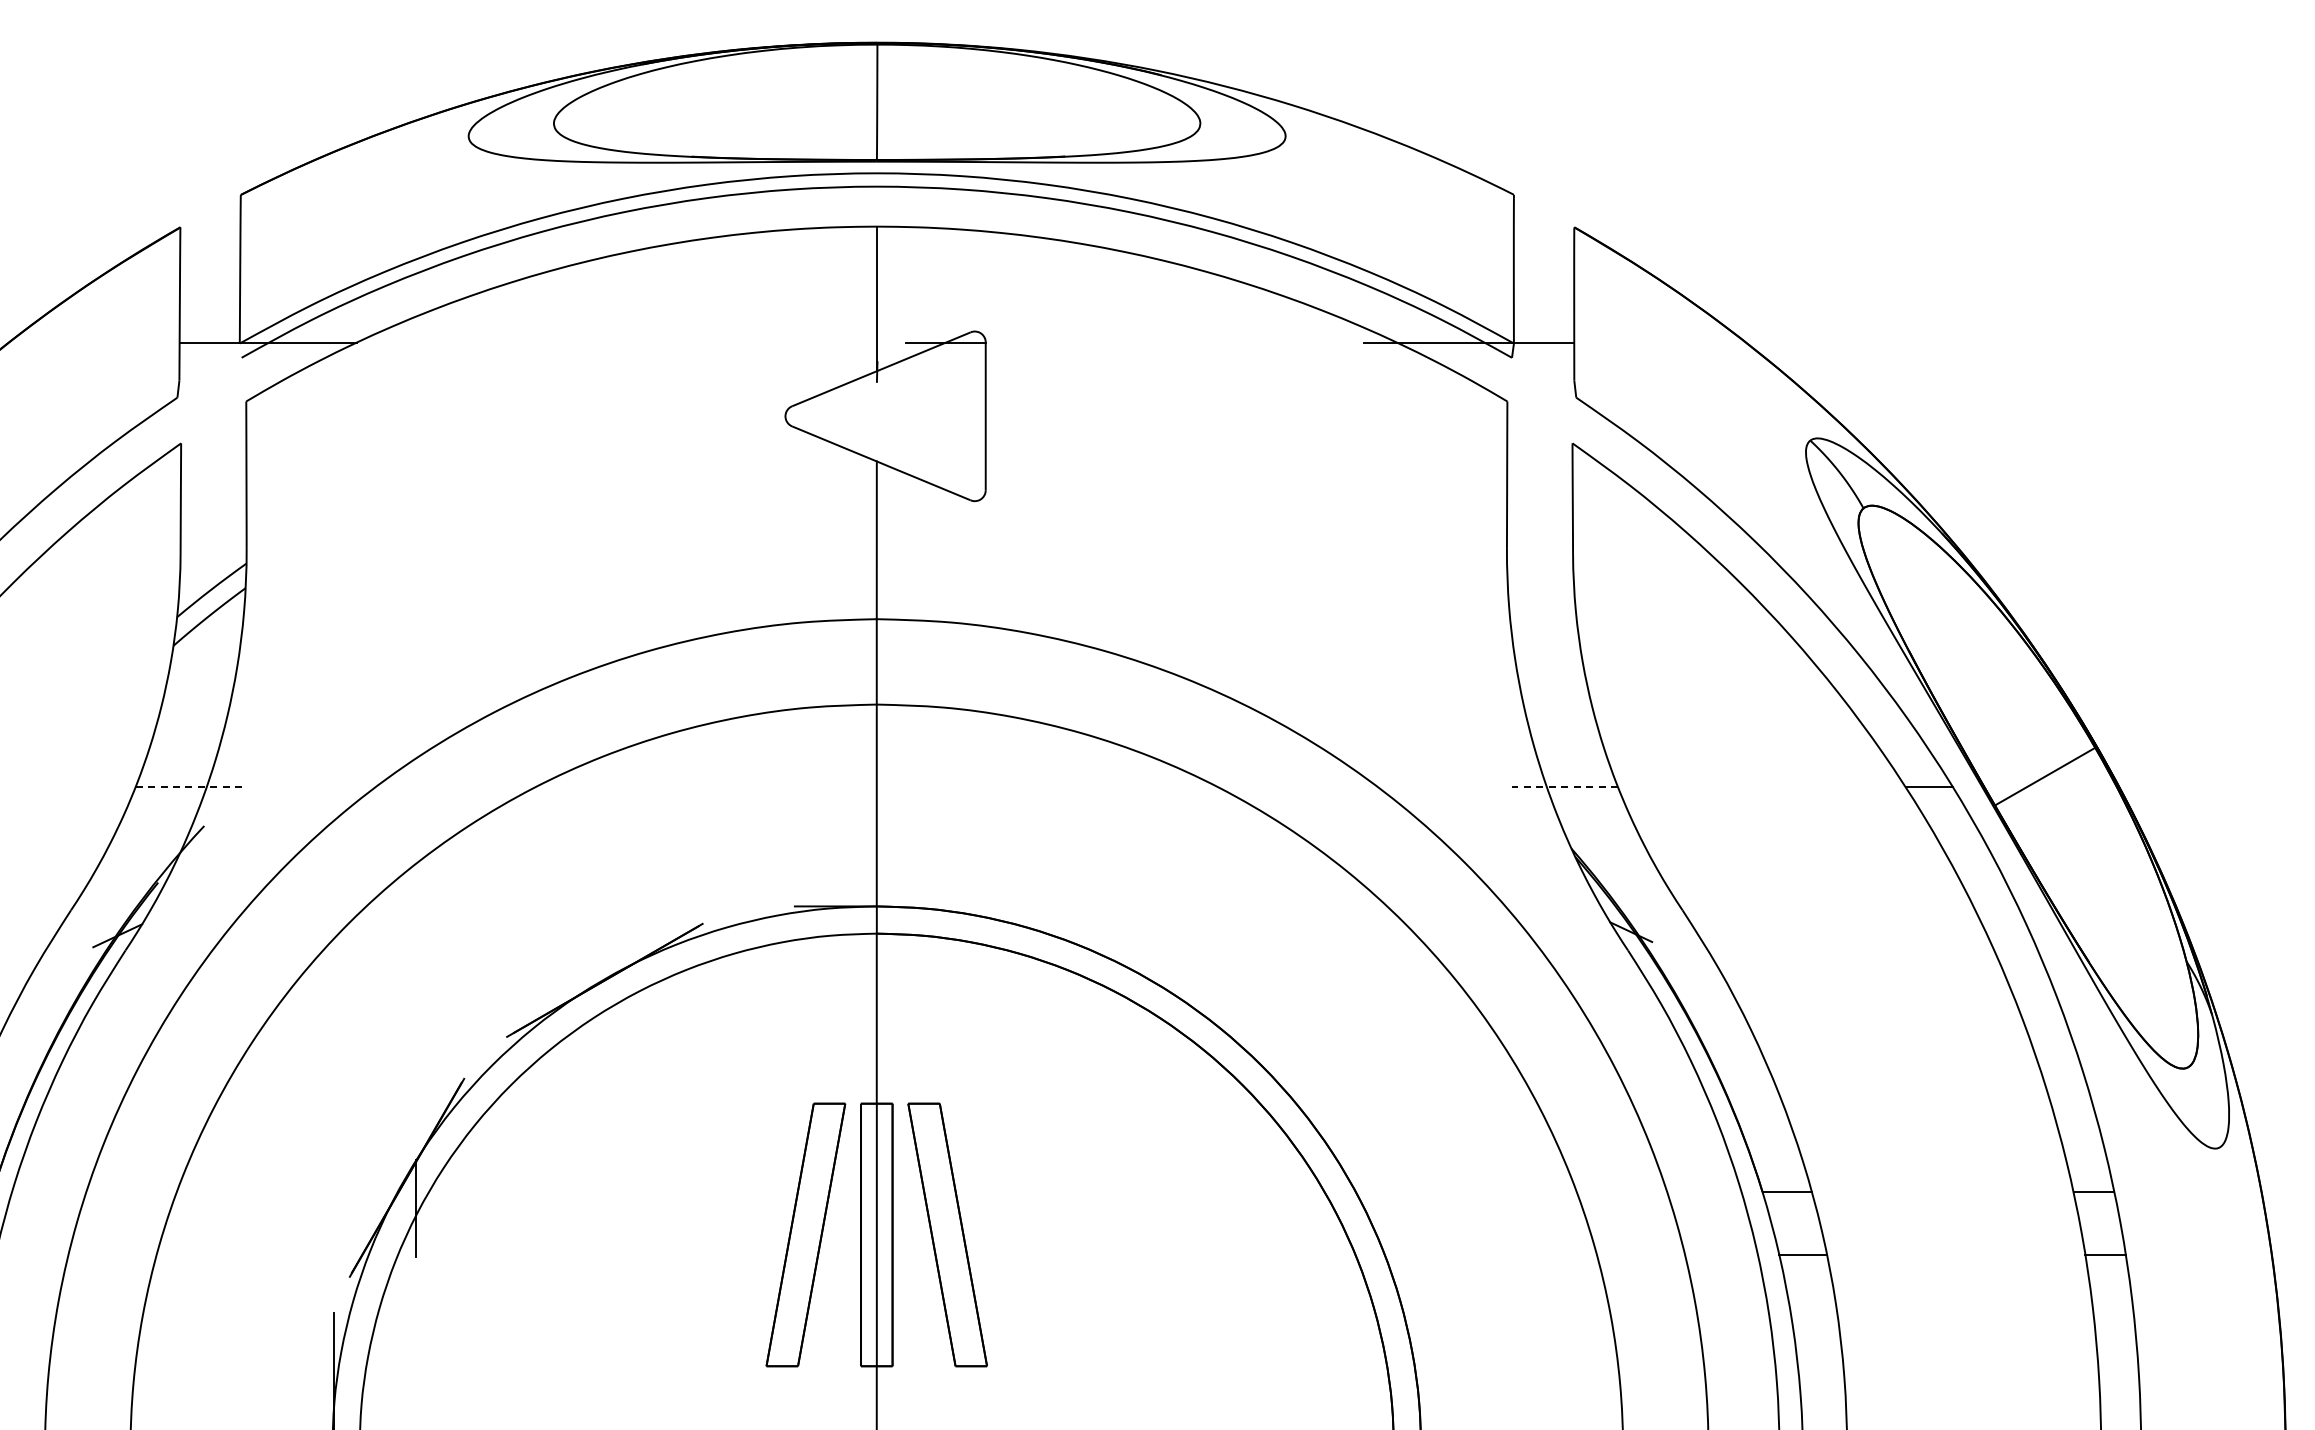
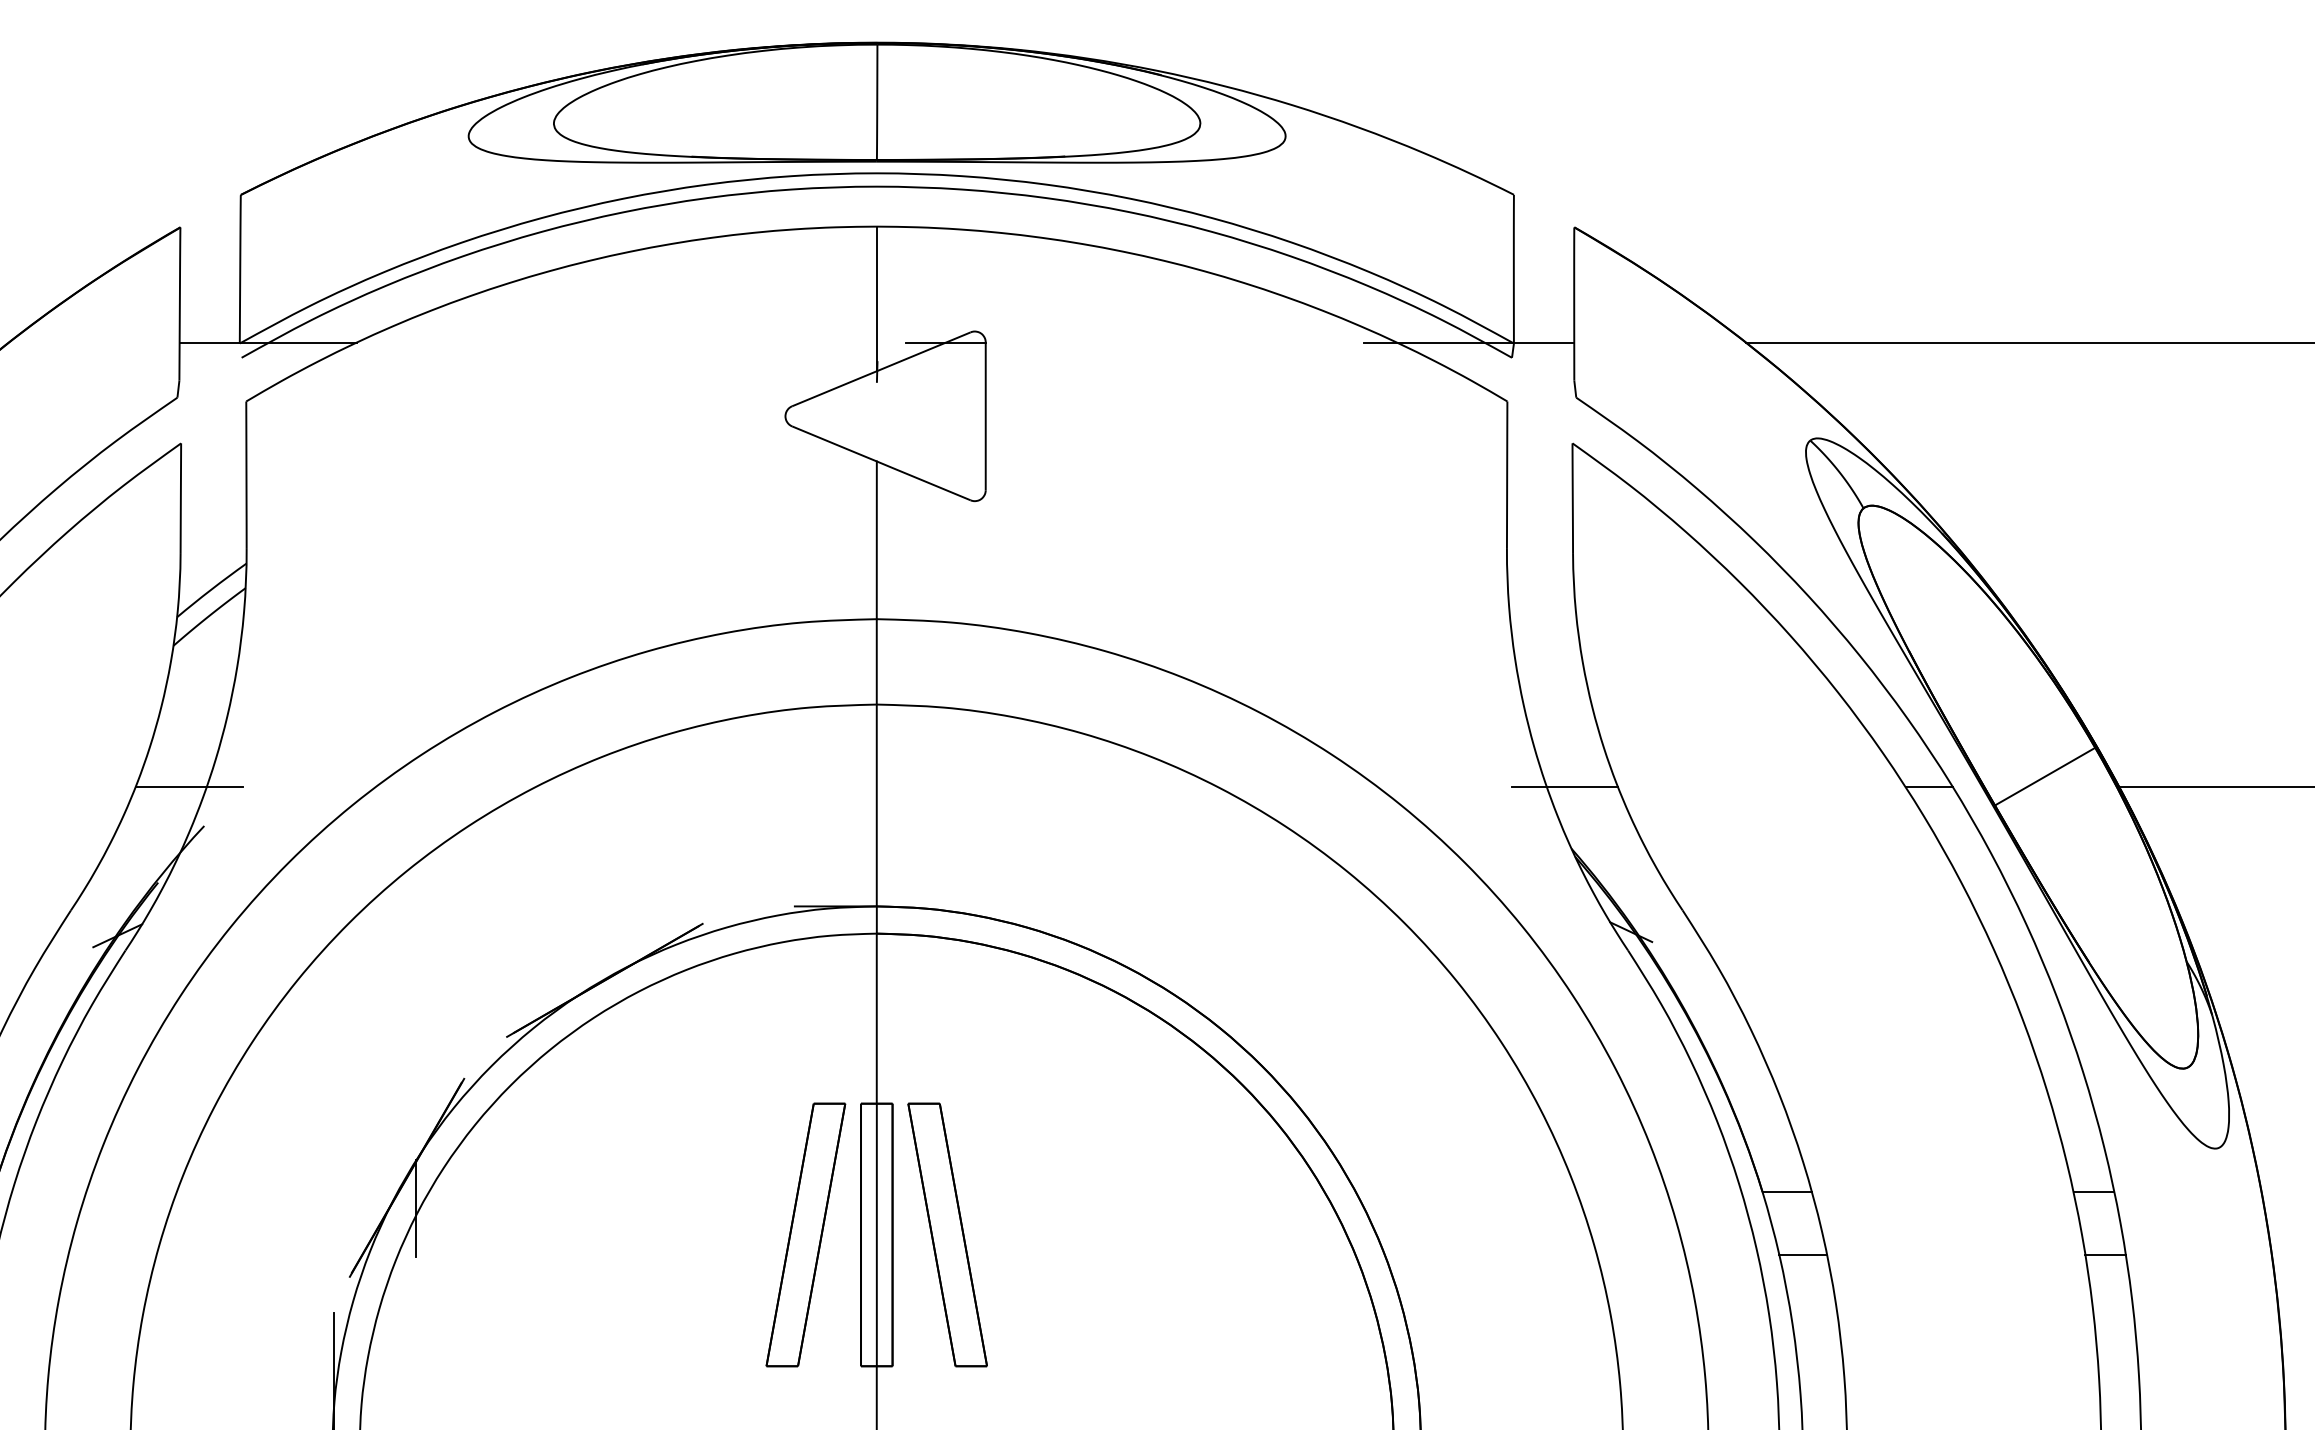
line at (2028, 342): none -> present
line at (189, 787): dashed -> solid
line at (1564, 787): dashed -> solid
line at (2213, 787): none -> present
